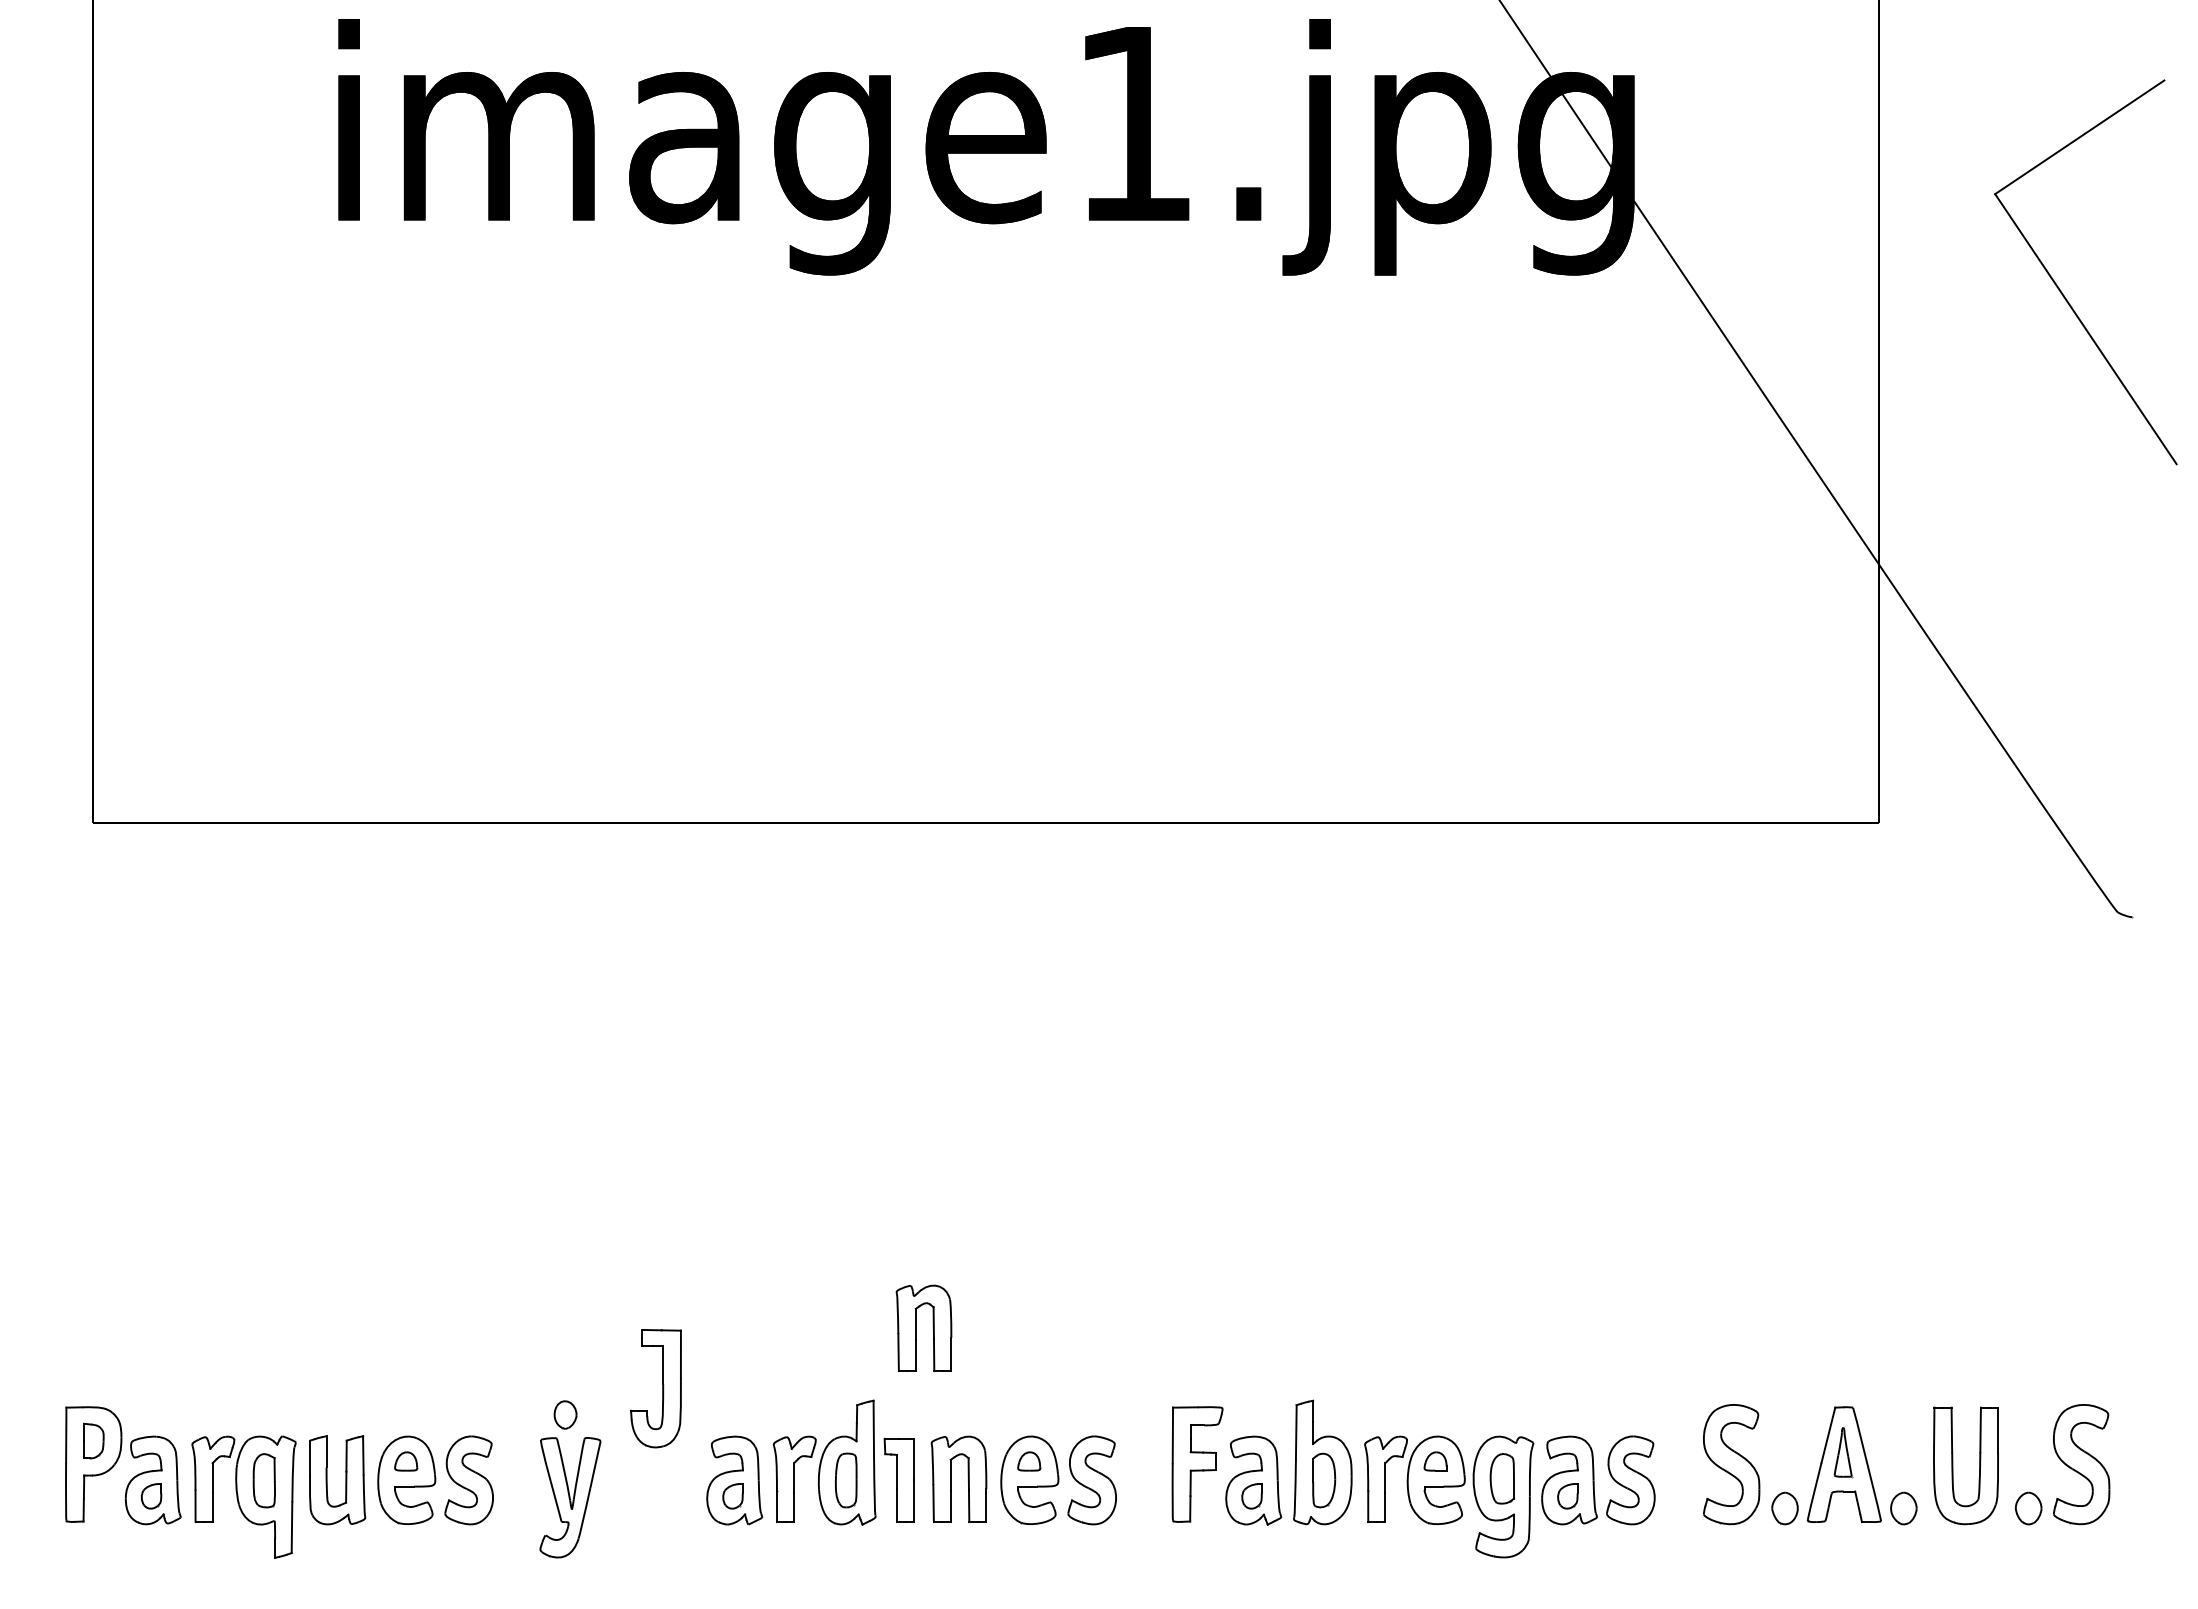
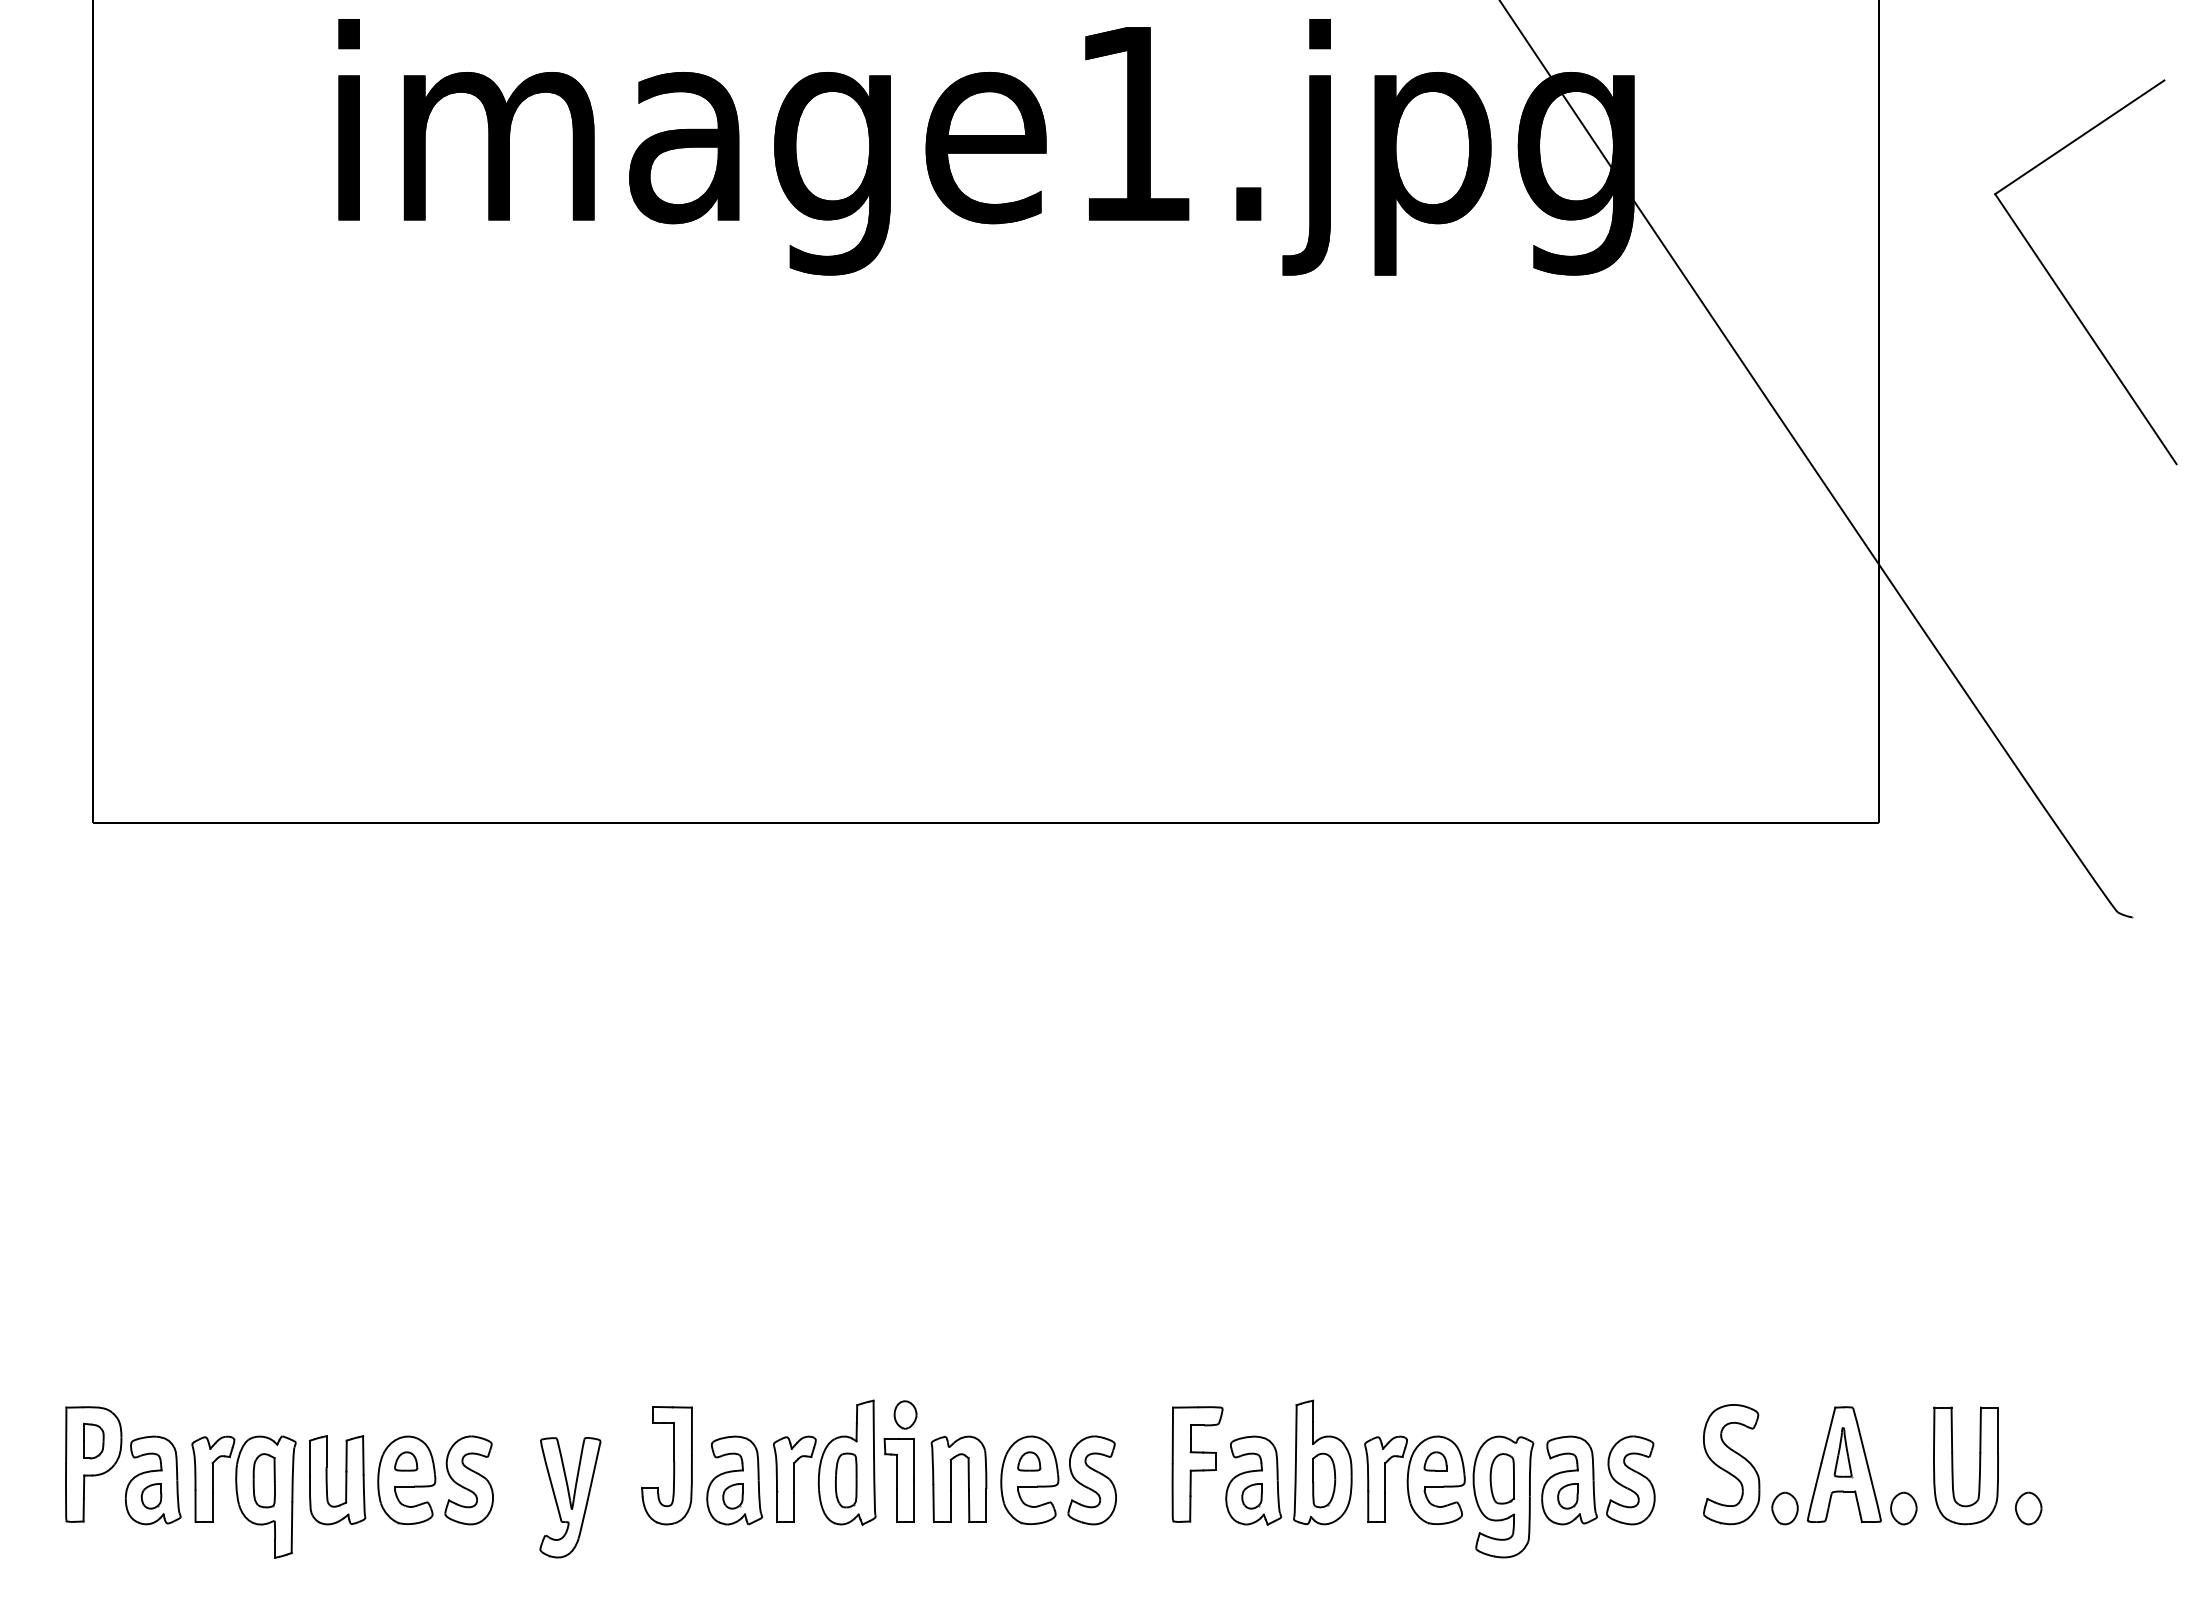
part at (916, 1327): present -> none
part at (662, 1388) position: (662, 1388) -> (673, 1465)
part at (565, 1414) position: (565, 1414) -> (905, 1414)
part at (2081, 1464): present -> none
